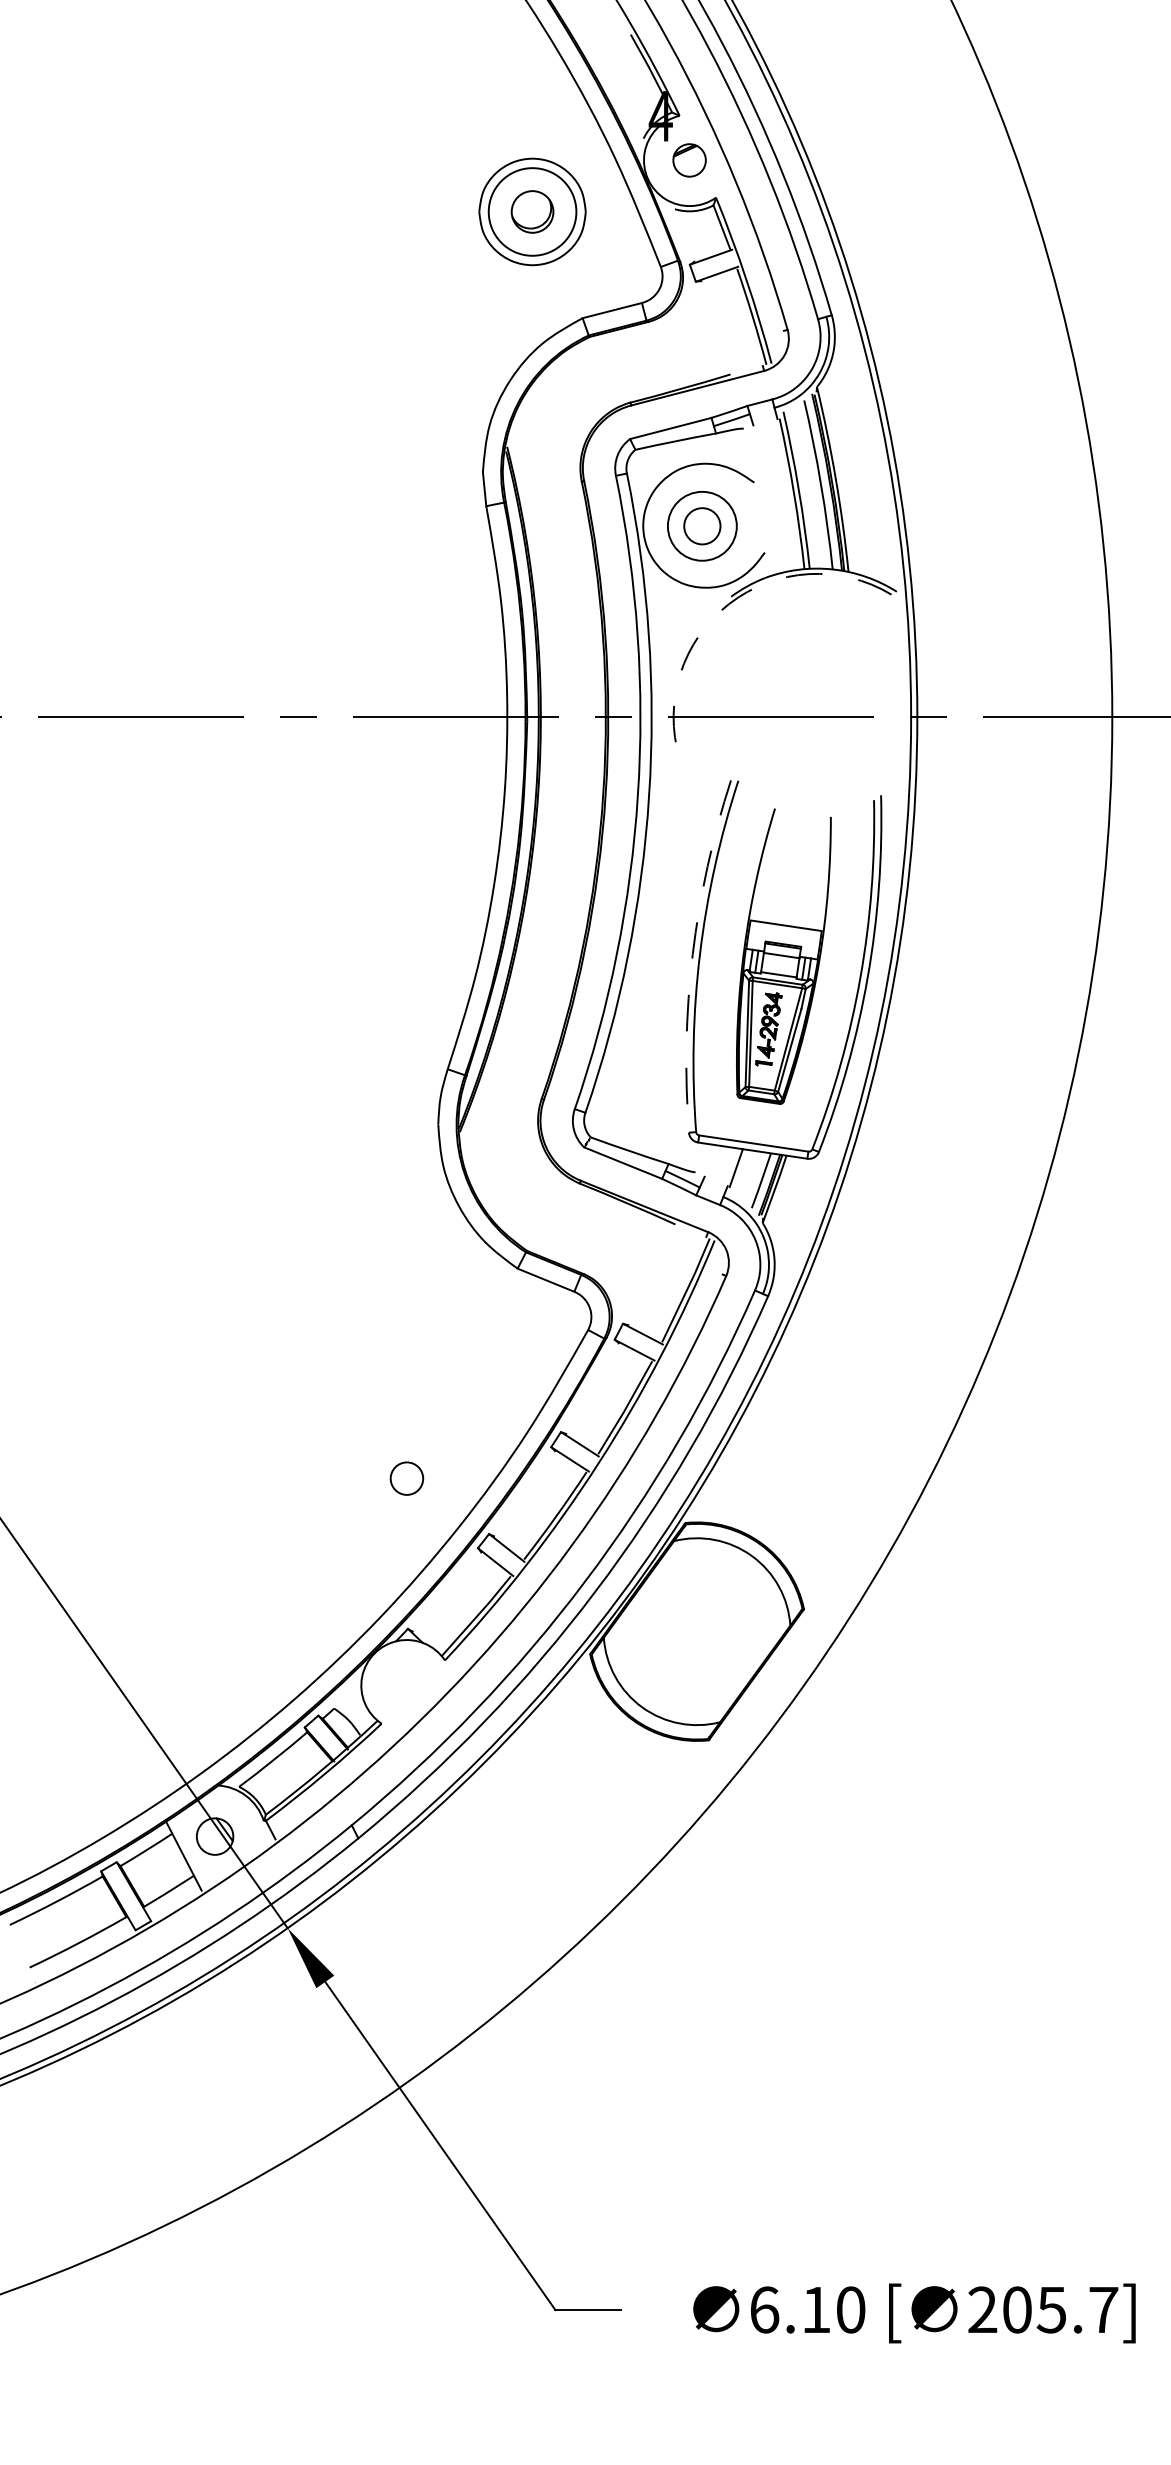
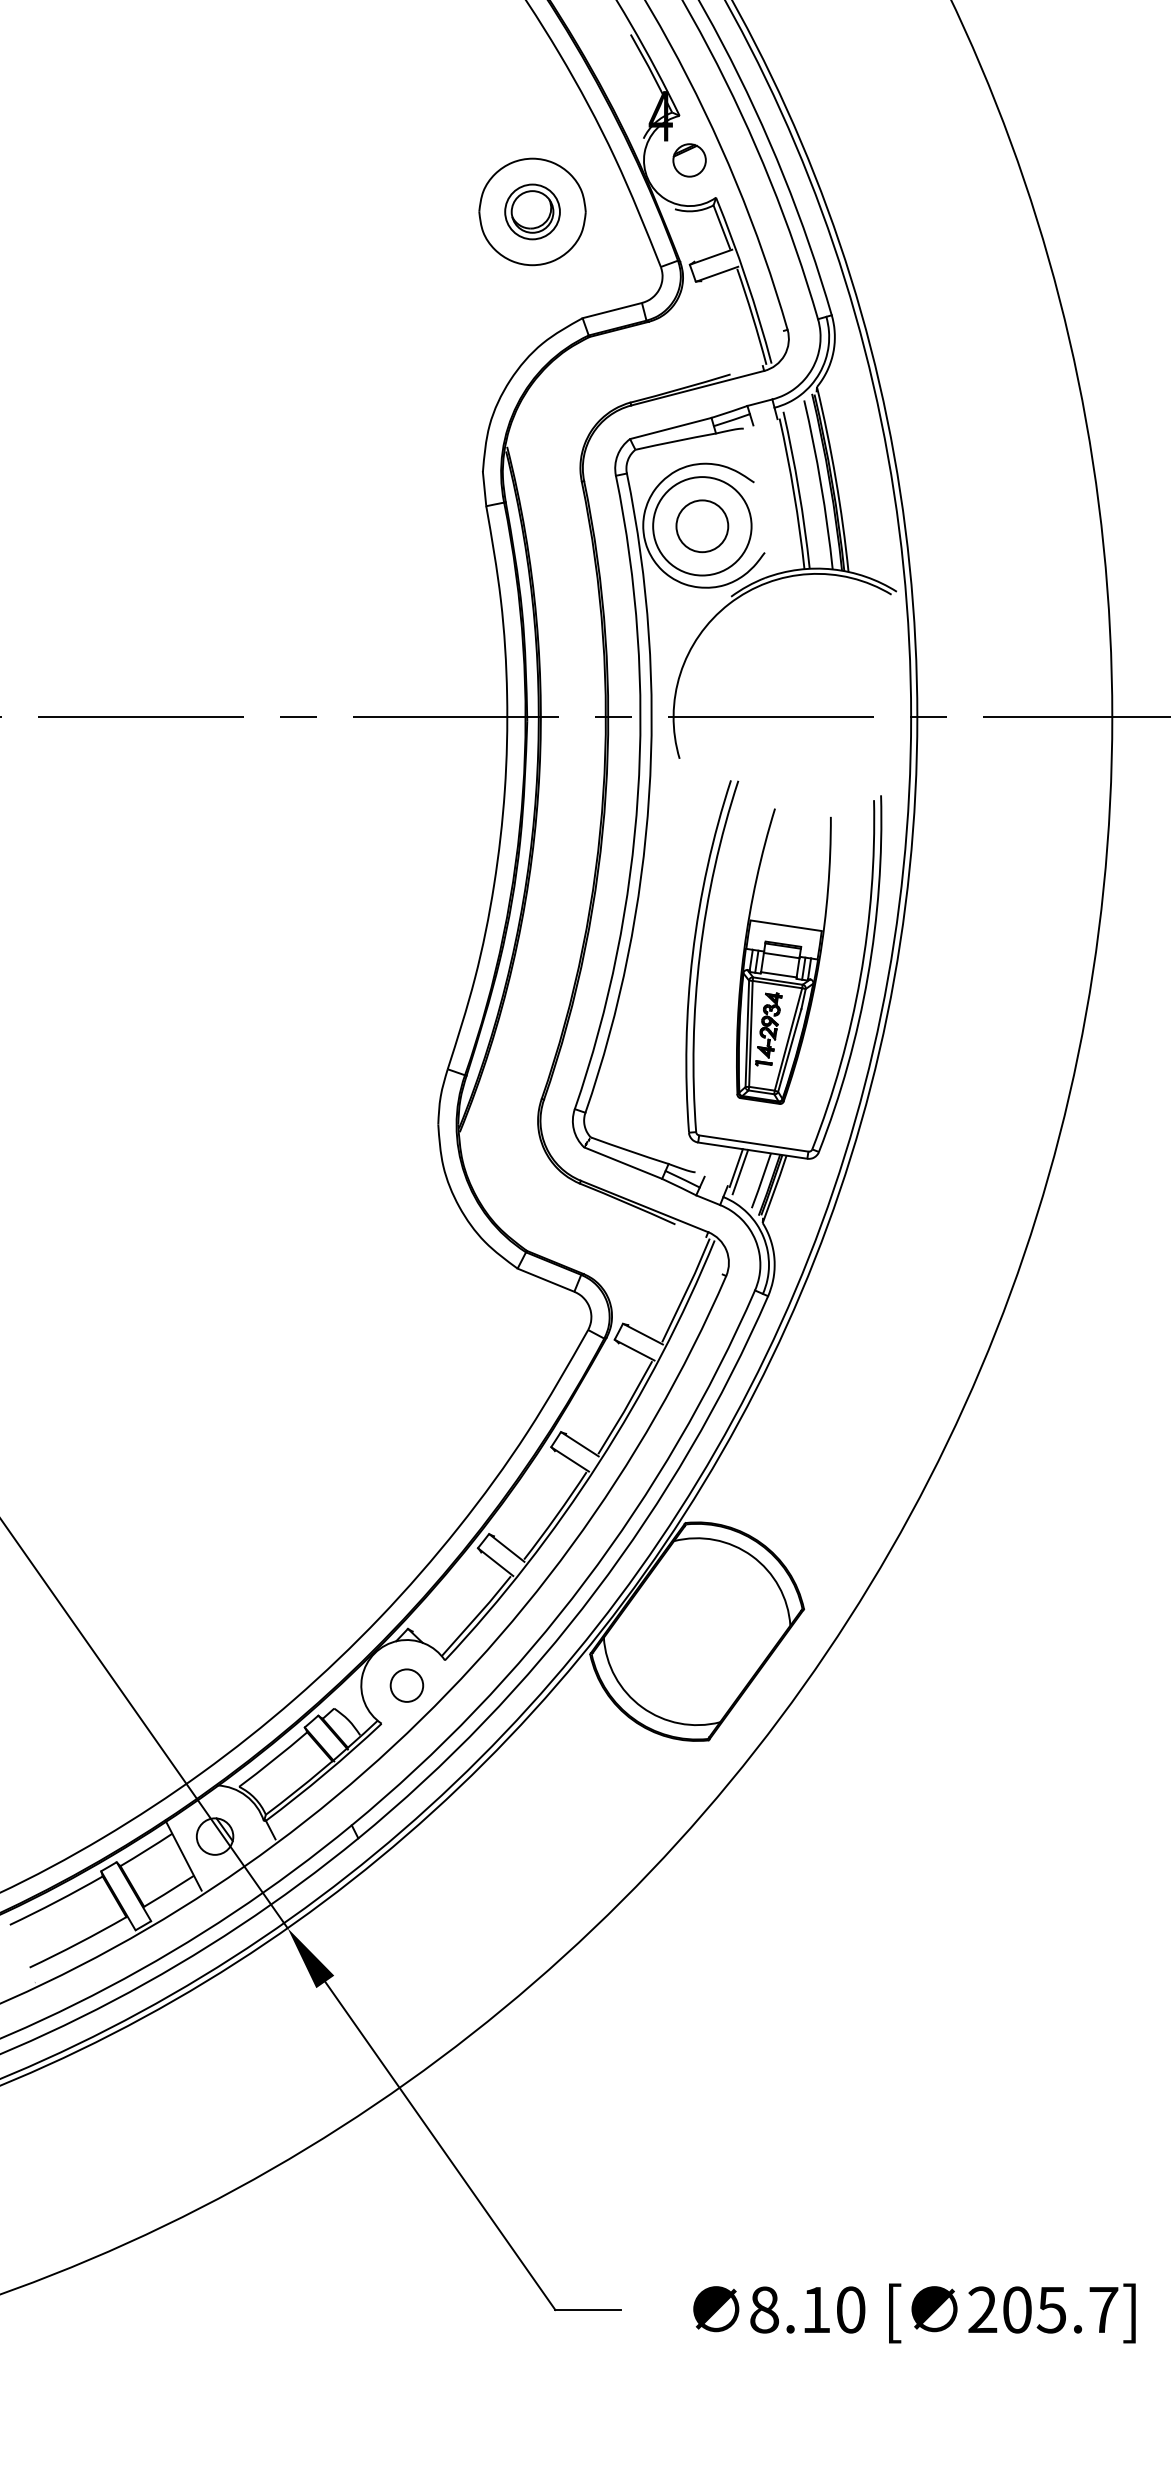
circle at (532, 211) diameter: 88 px -> 55 px
circle at (701, 525) diameter: 69 px -> 98 px
circle at (702, 526) diameter: 36 px -> 52 px
arc at (729, 603): dashed -> solid
arc at (692, 954): dashed -> solid
line at (740, 1171): none -> present
circle at (406, 1478) position: (406, 1478) -> (406, 1685)
text at (764, 2309): 6.10 -> 8.10
